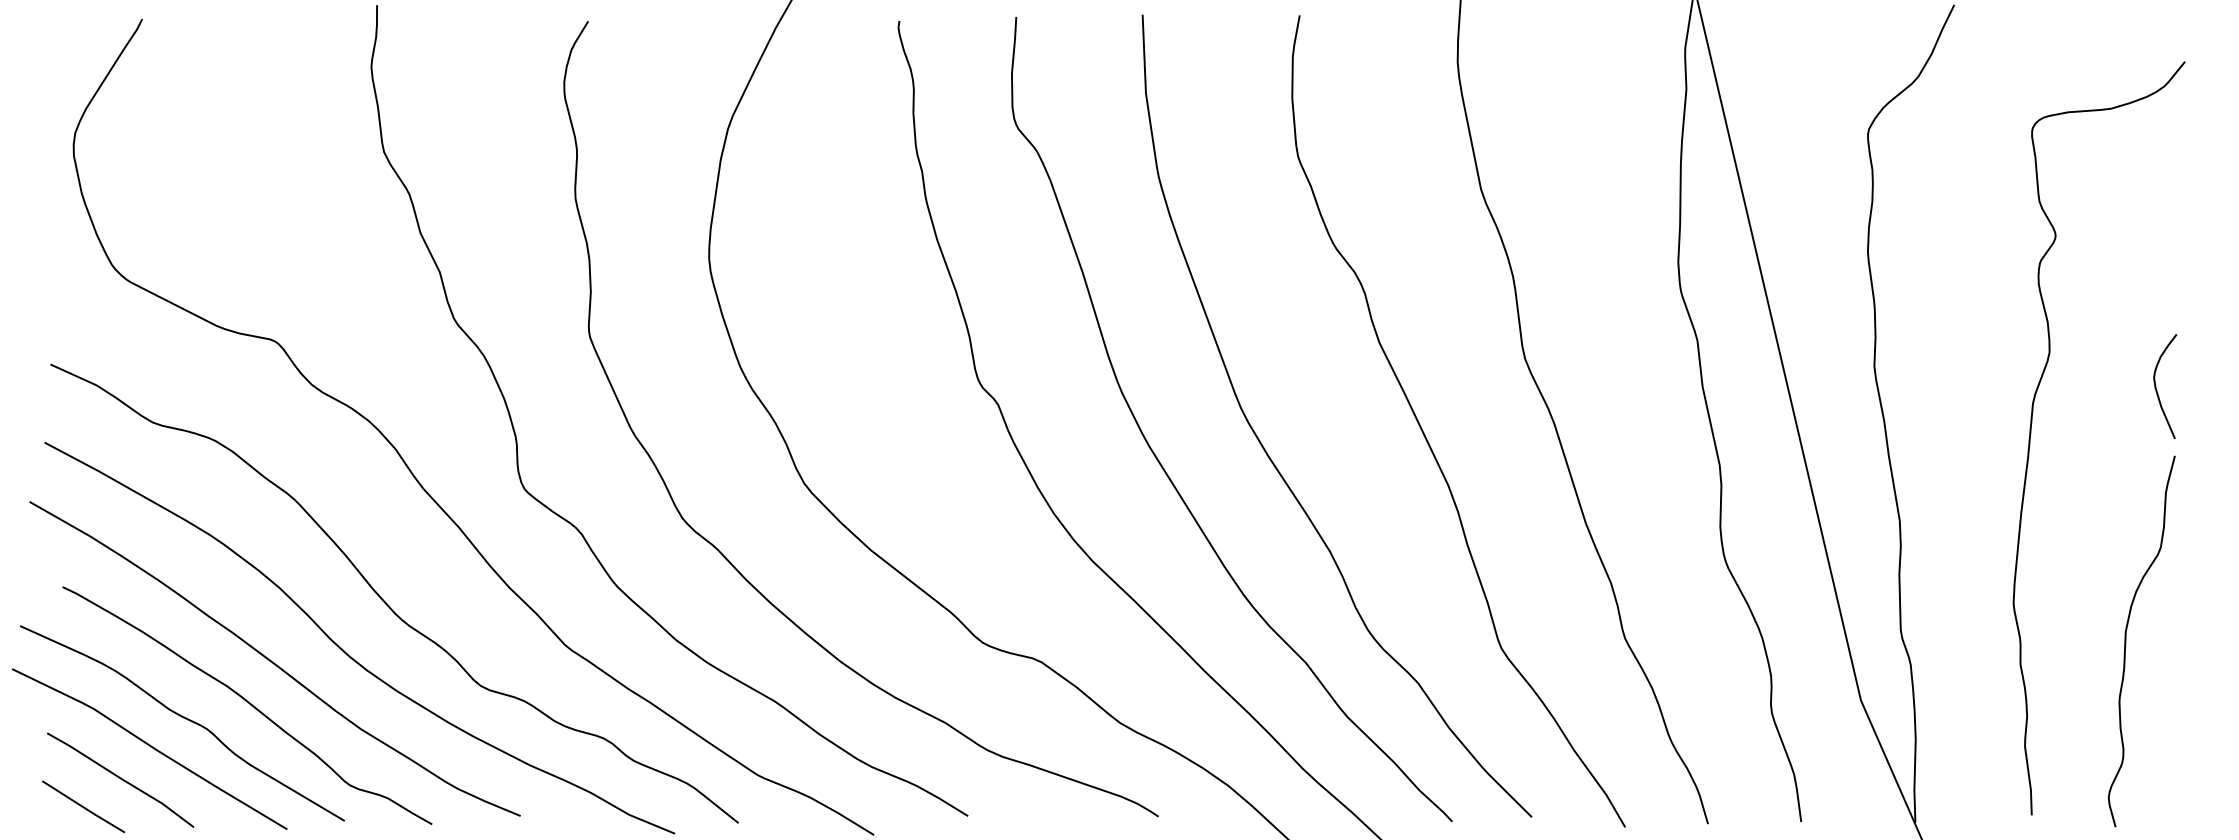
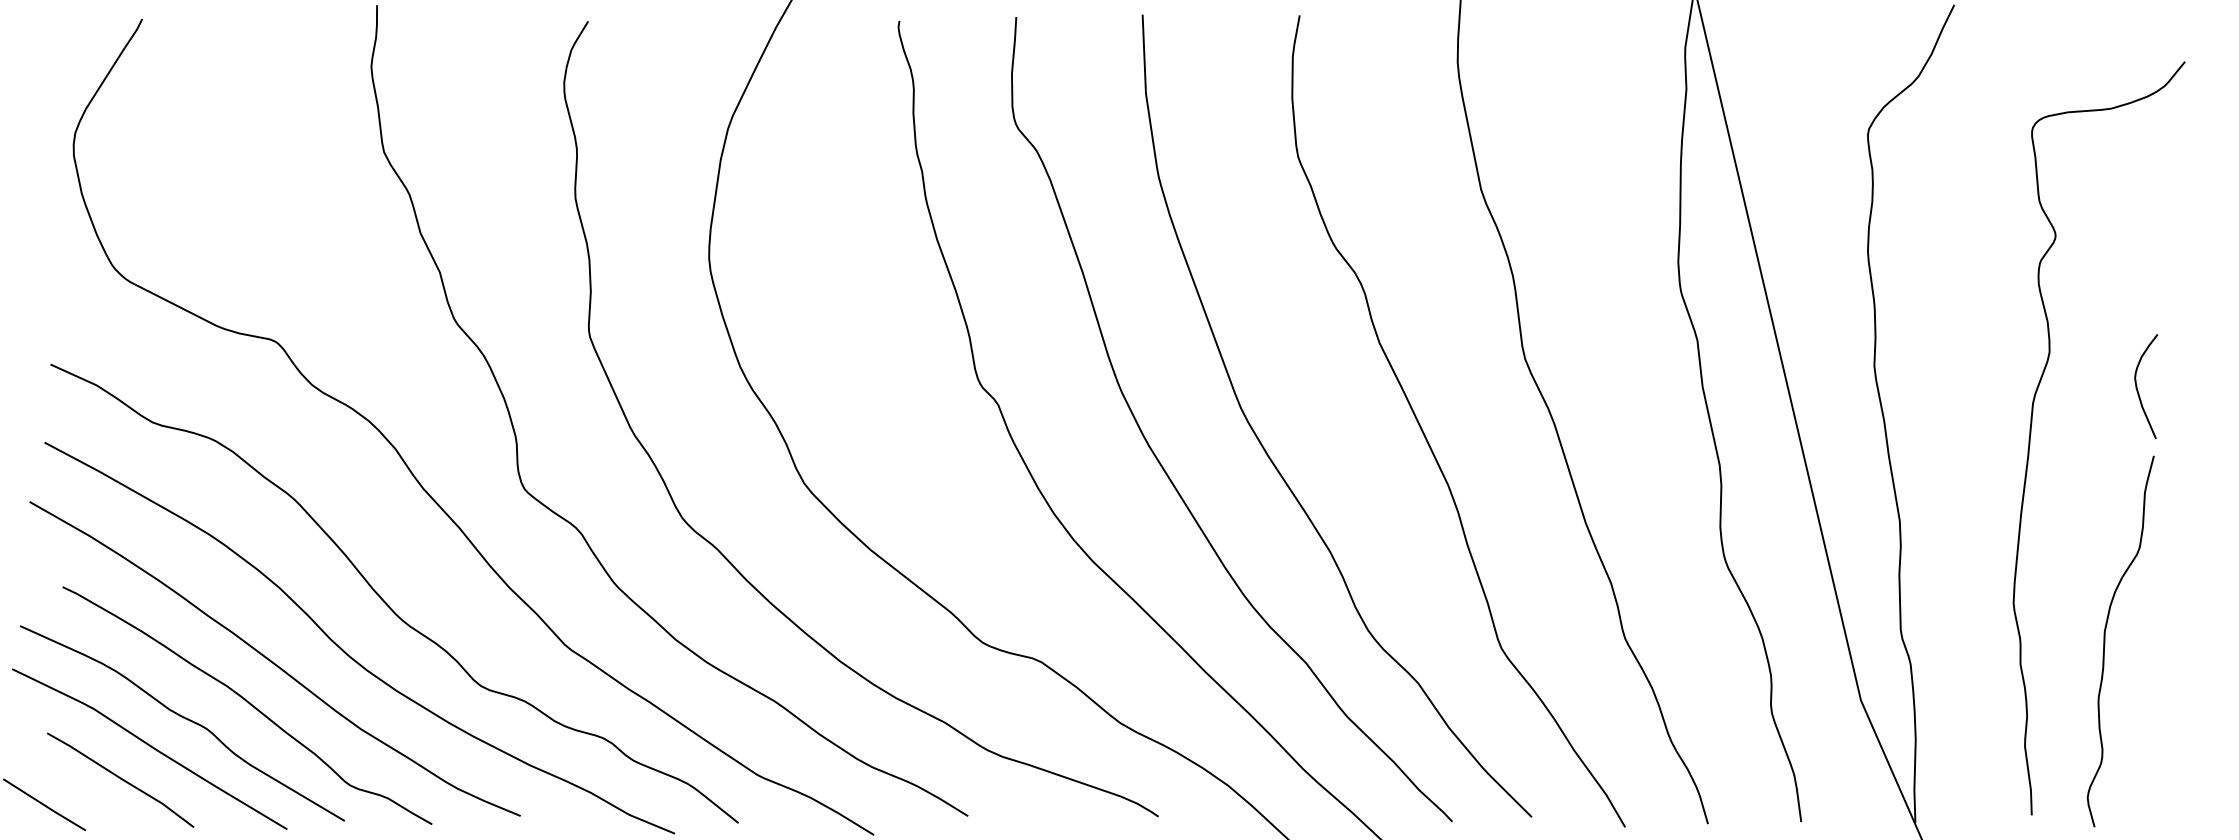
curve at (2157, 390) position: (2157, 390) -> (2138, 390)
curve at (2126, 641) position: (2126, 641) -> (2105, 641)
line at (83, 806) position: (83, 806) -> (44, 804)
